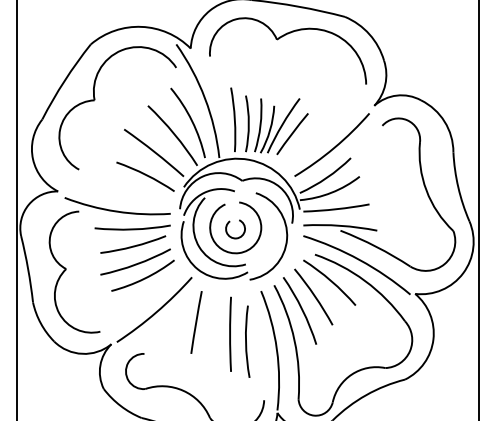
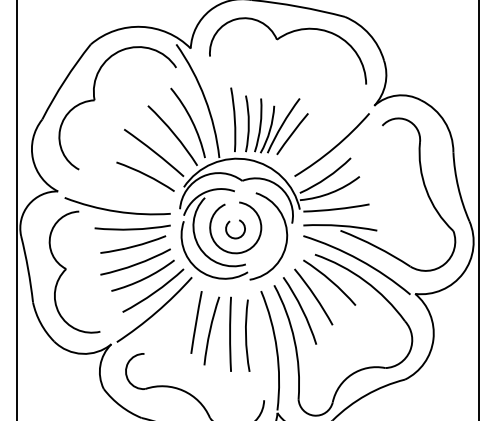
arc at (154, 291): none -> present
arc at (211, 330): none -> present
arc at (246, 341) position: (246, 341) -> (246, 335)
